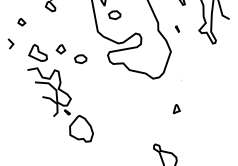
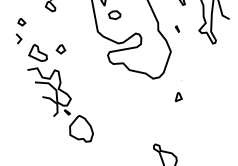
line at (10, 42) position: (10, 42) -> (18, 37)
part at (80, 59): present -> none
part at (176, 109) position: (176, 109) -> (178, 97)
